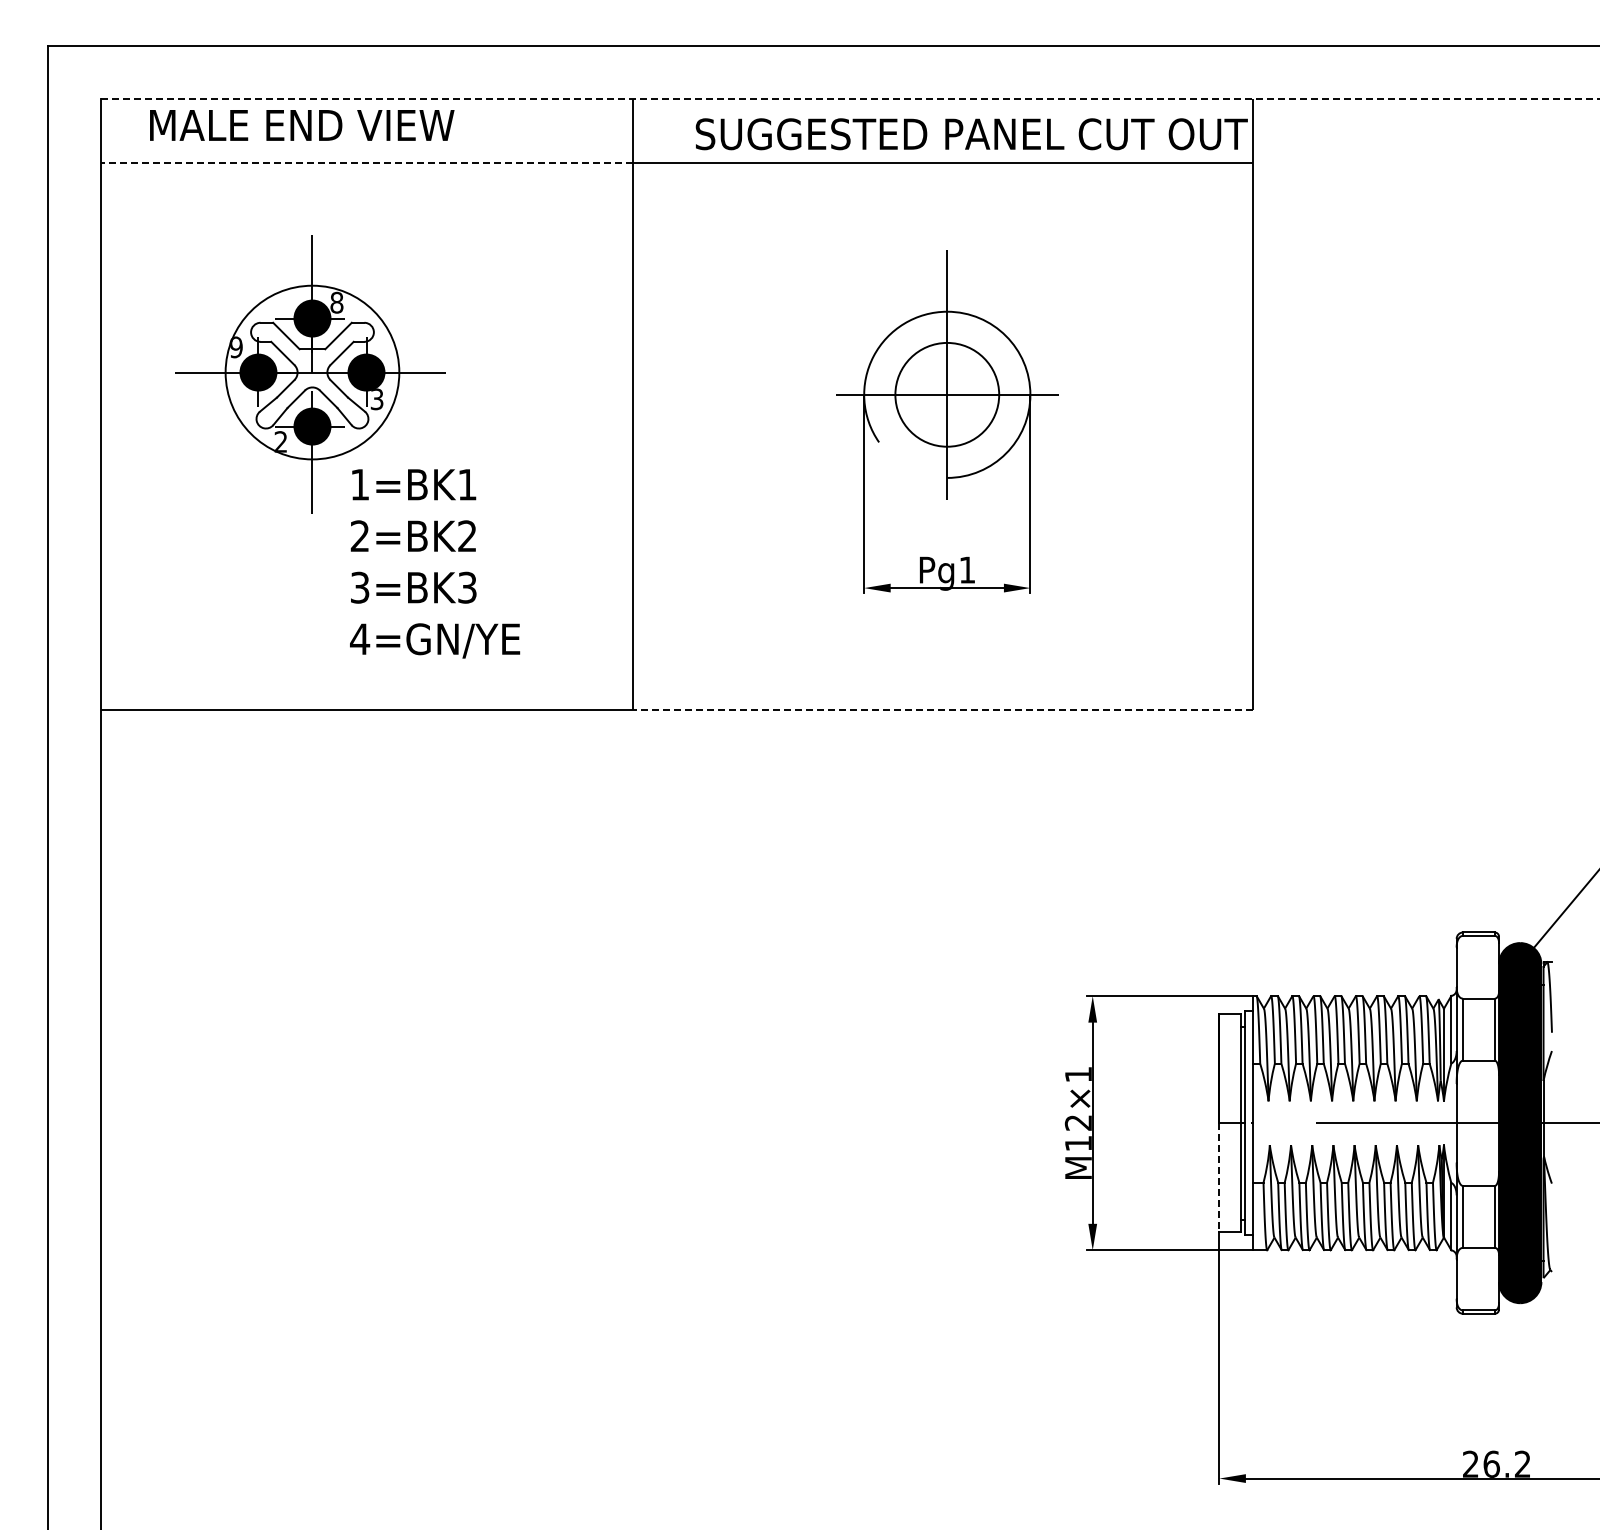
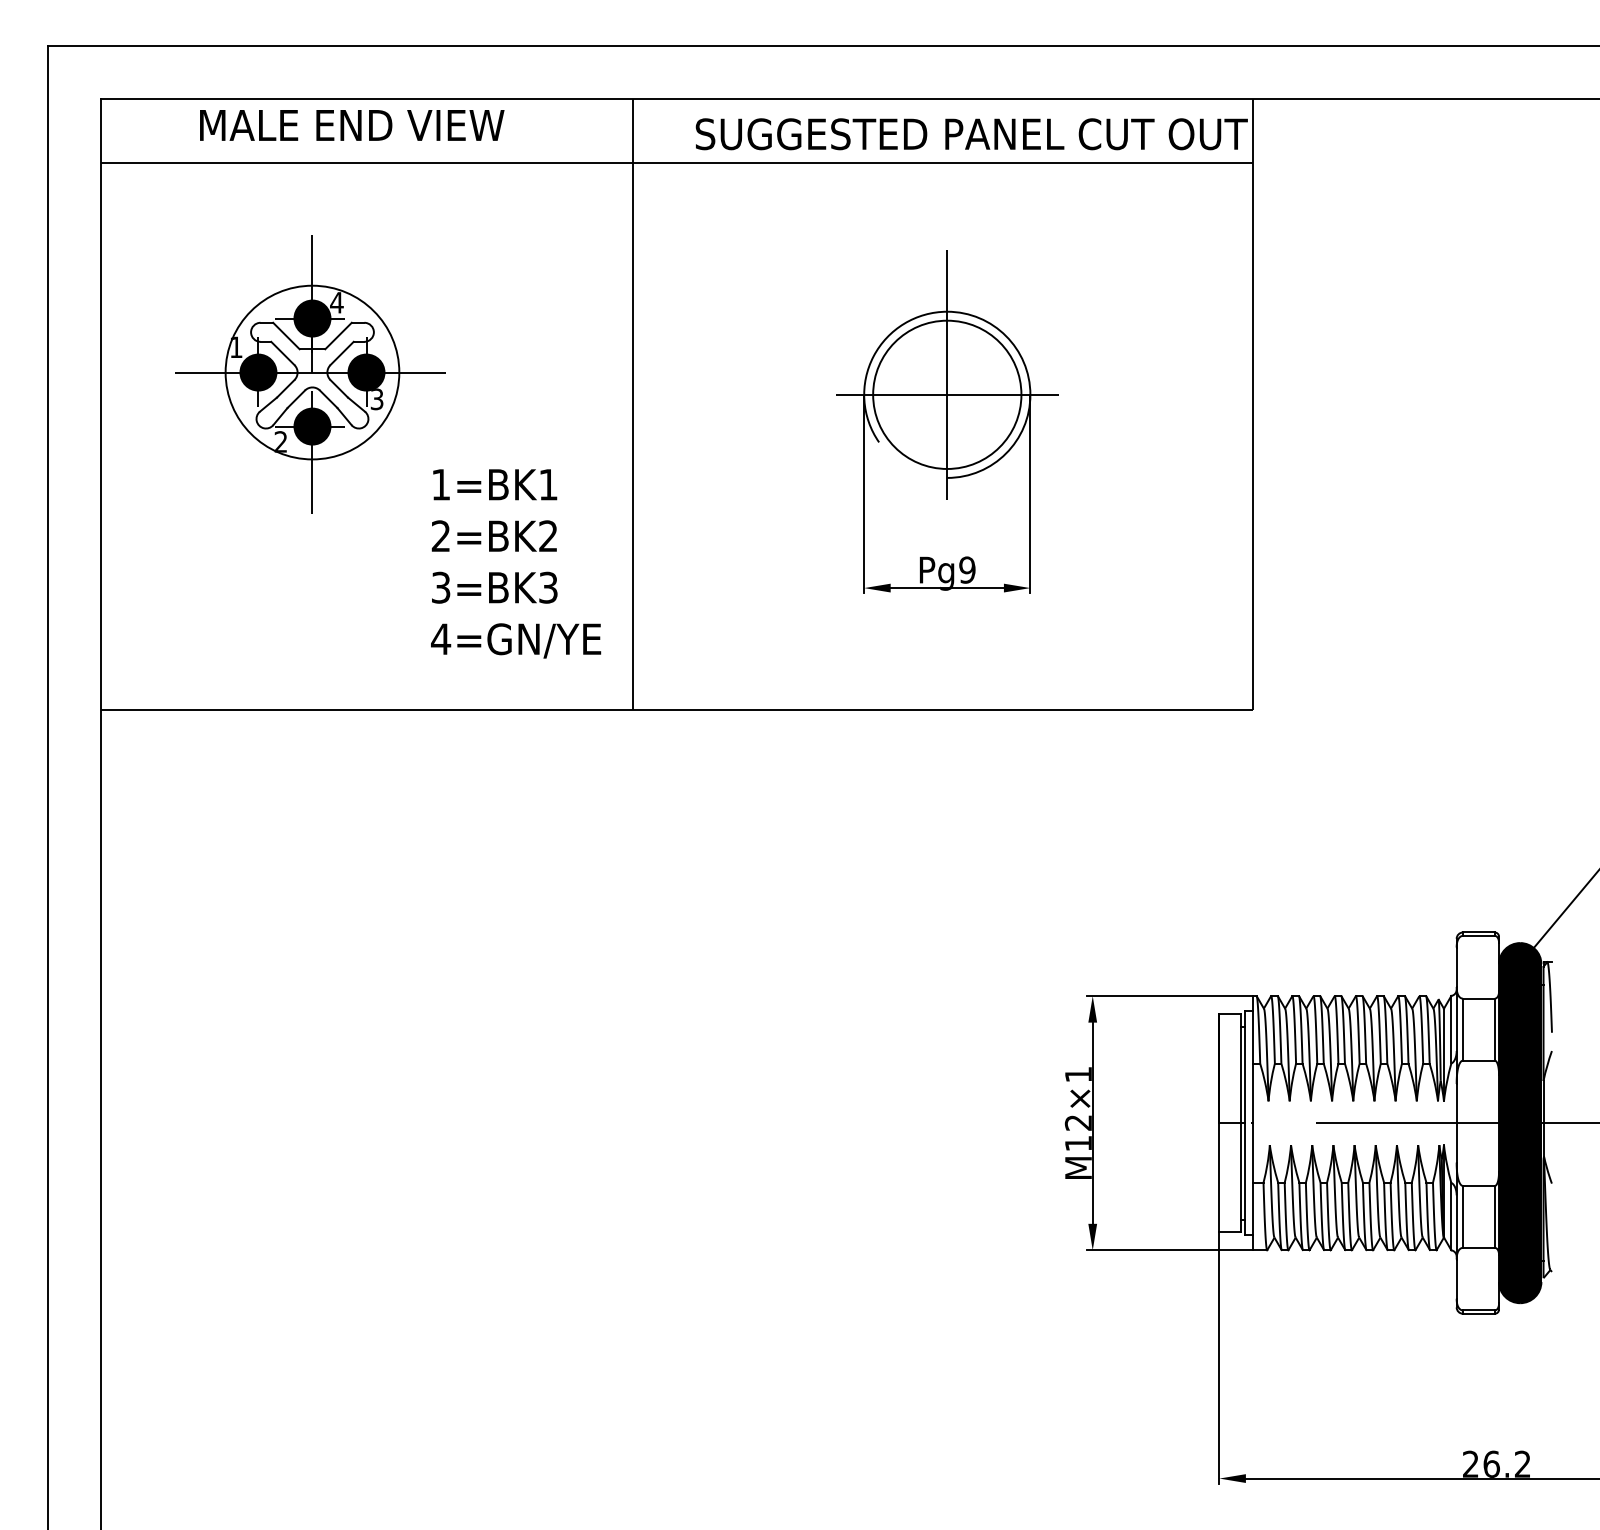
line at (850, 99): dashed -> solid
text at (302, 125) position: (302, 125) -> (352, 125)
line at (366, 162): dashed -> solid
text at (336, 302): 8 -> 4
text at (235, 347): 9 -> 1
circle at (947, 394) diameter: 104 px -> 148 px
text at (435, 563) position: (435, 563) -> (516, 563)
text at (967, 569): Pg1 -> Pg9
line at (942, 710): dashed -> solid
line at (1219, 1178): dashed -> solid
